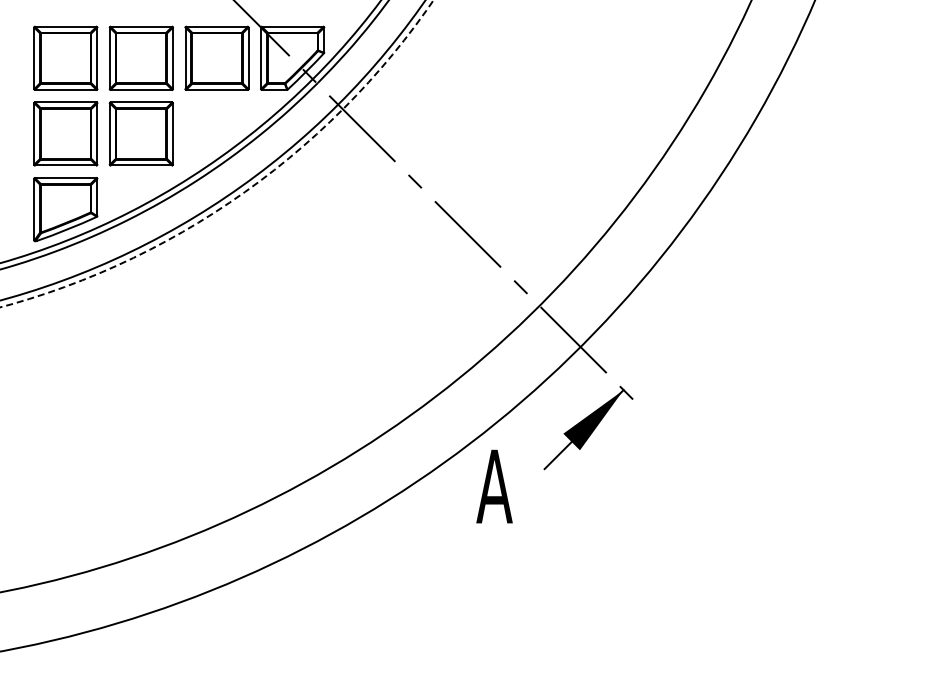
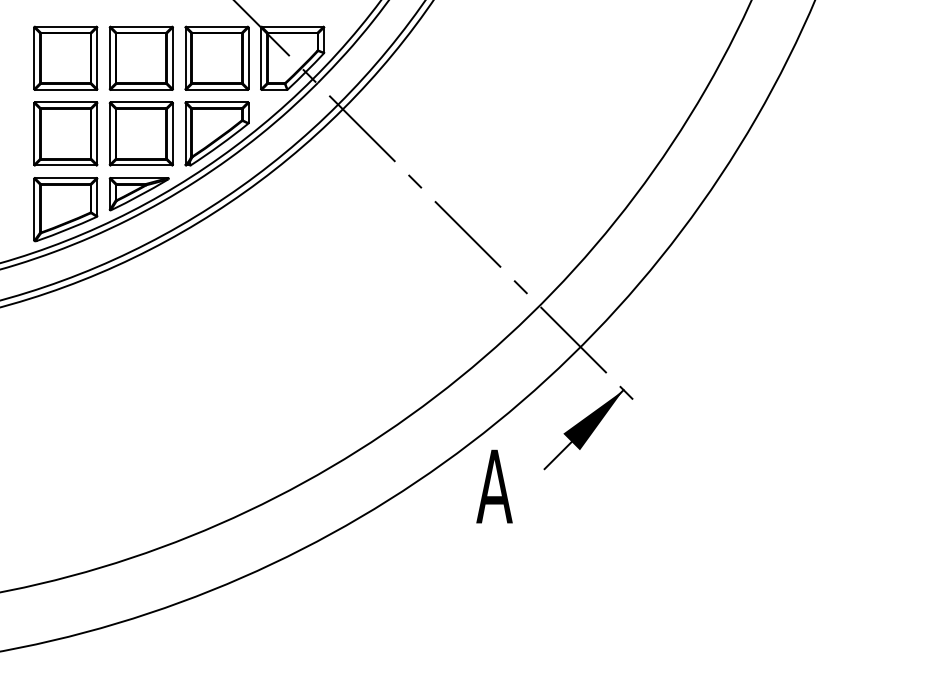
part at (216, 133): none -> present
circle at (216, 153): dashed -> solid
part at (138, 194): none -> present
